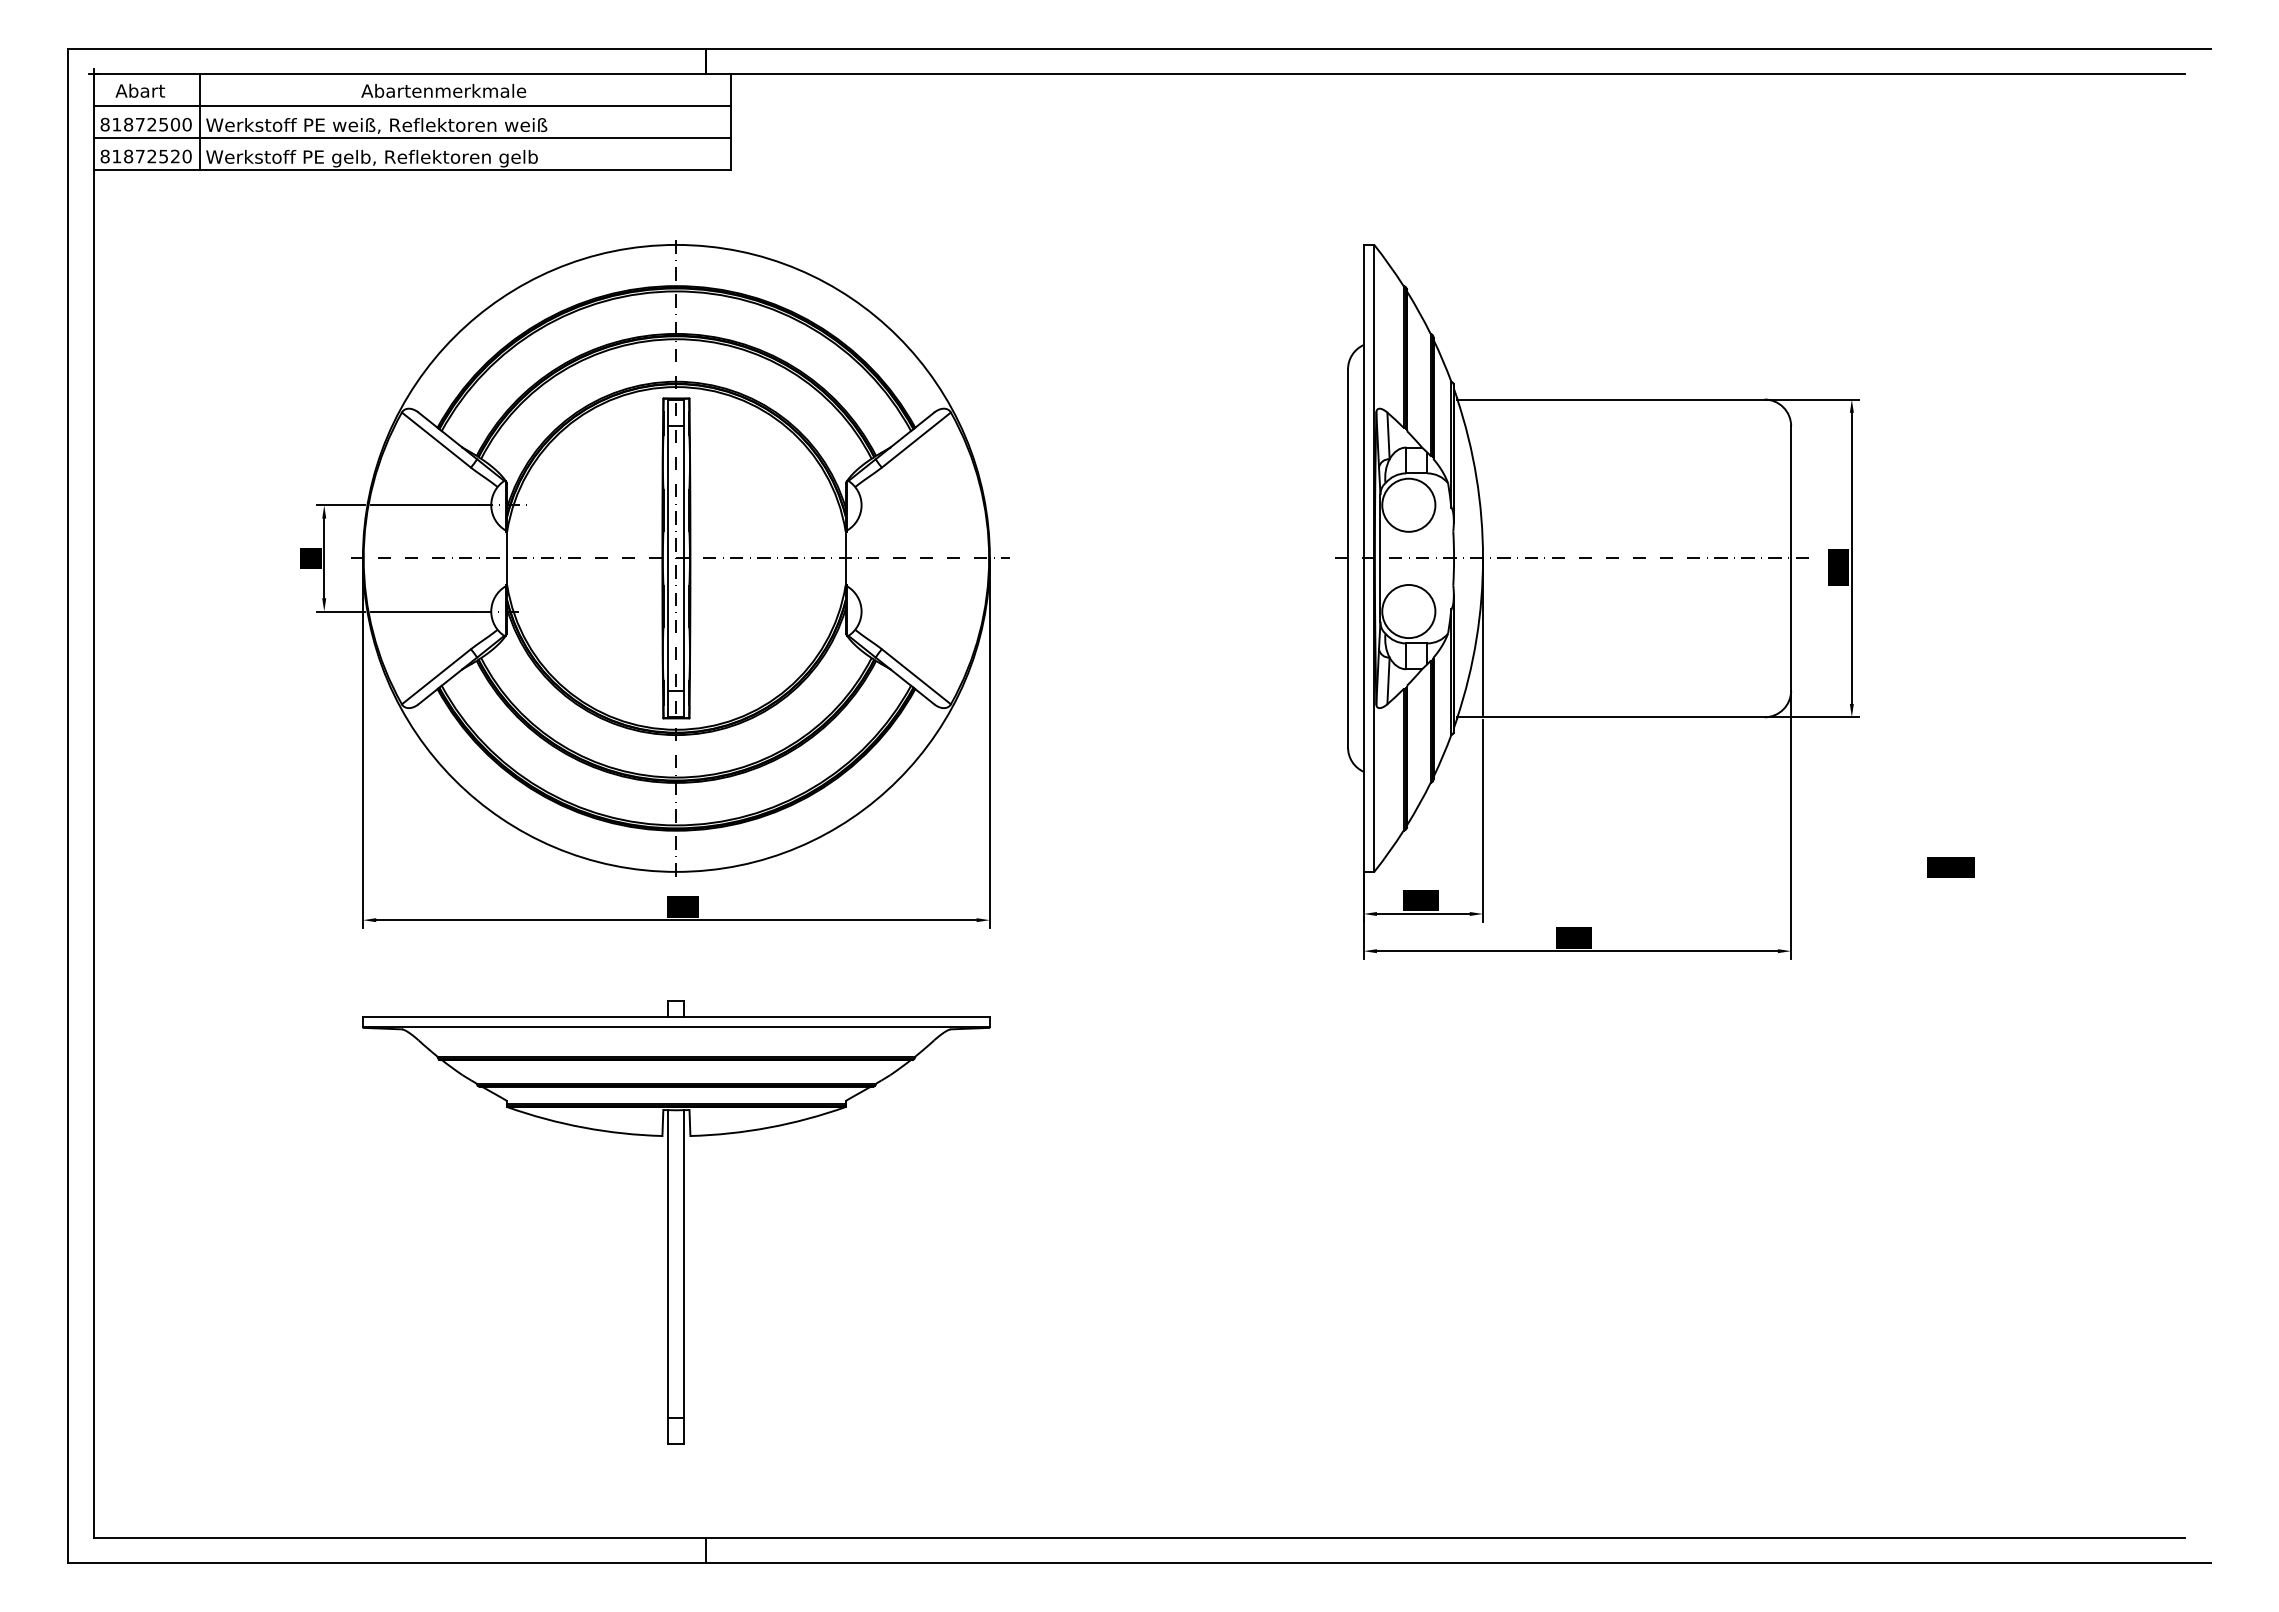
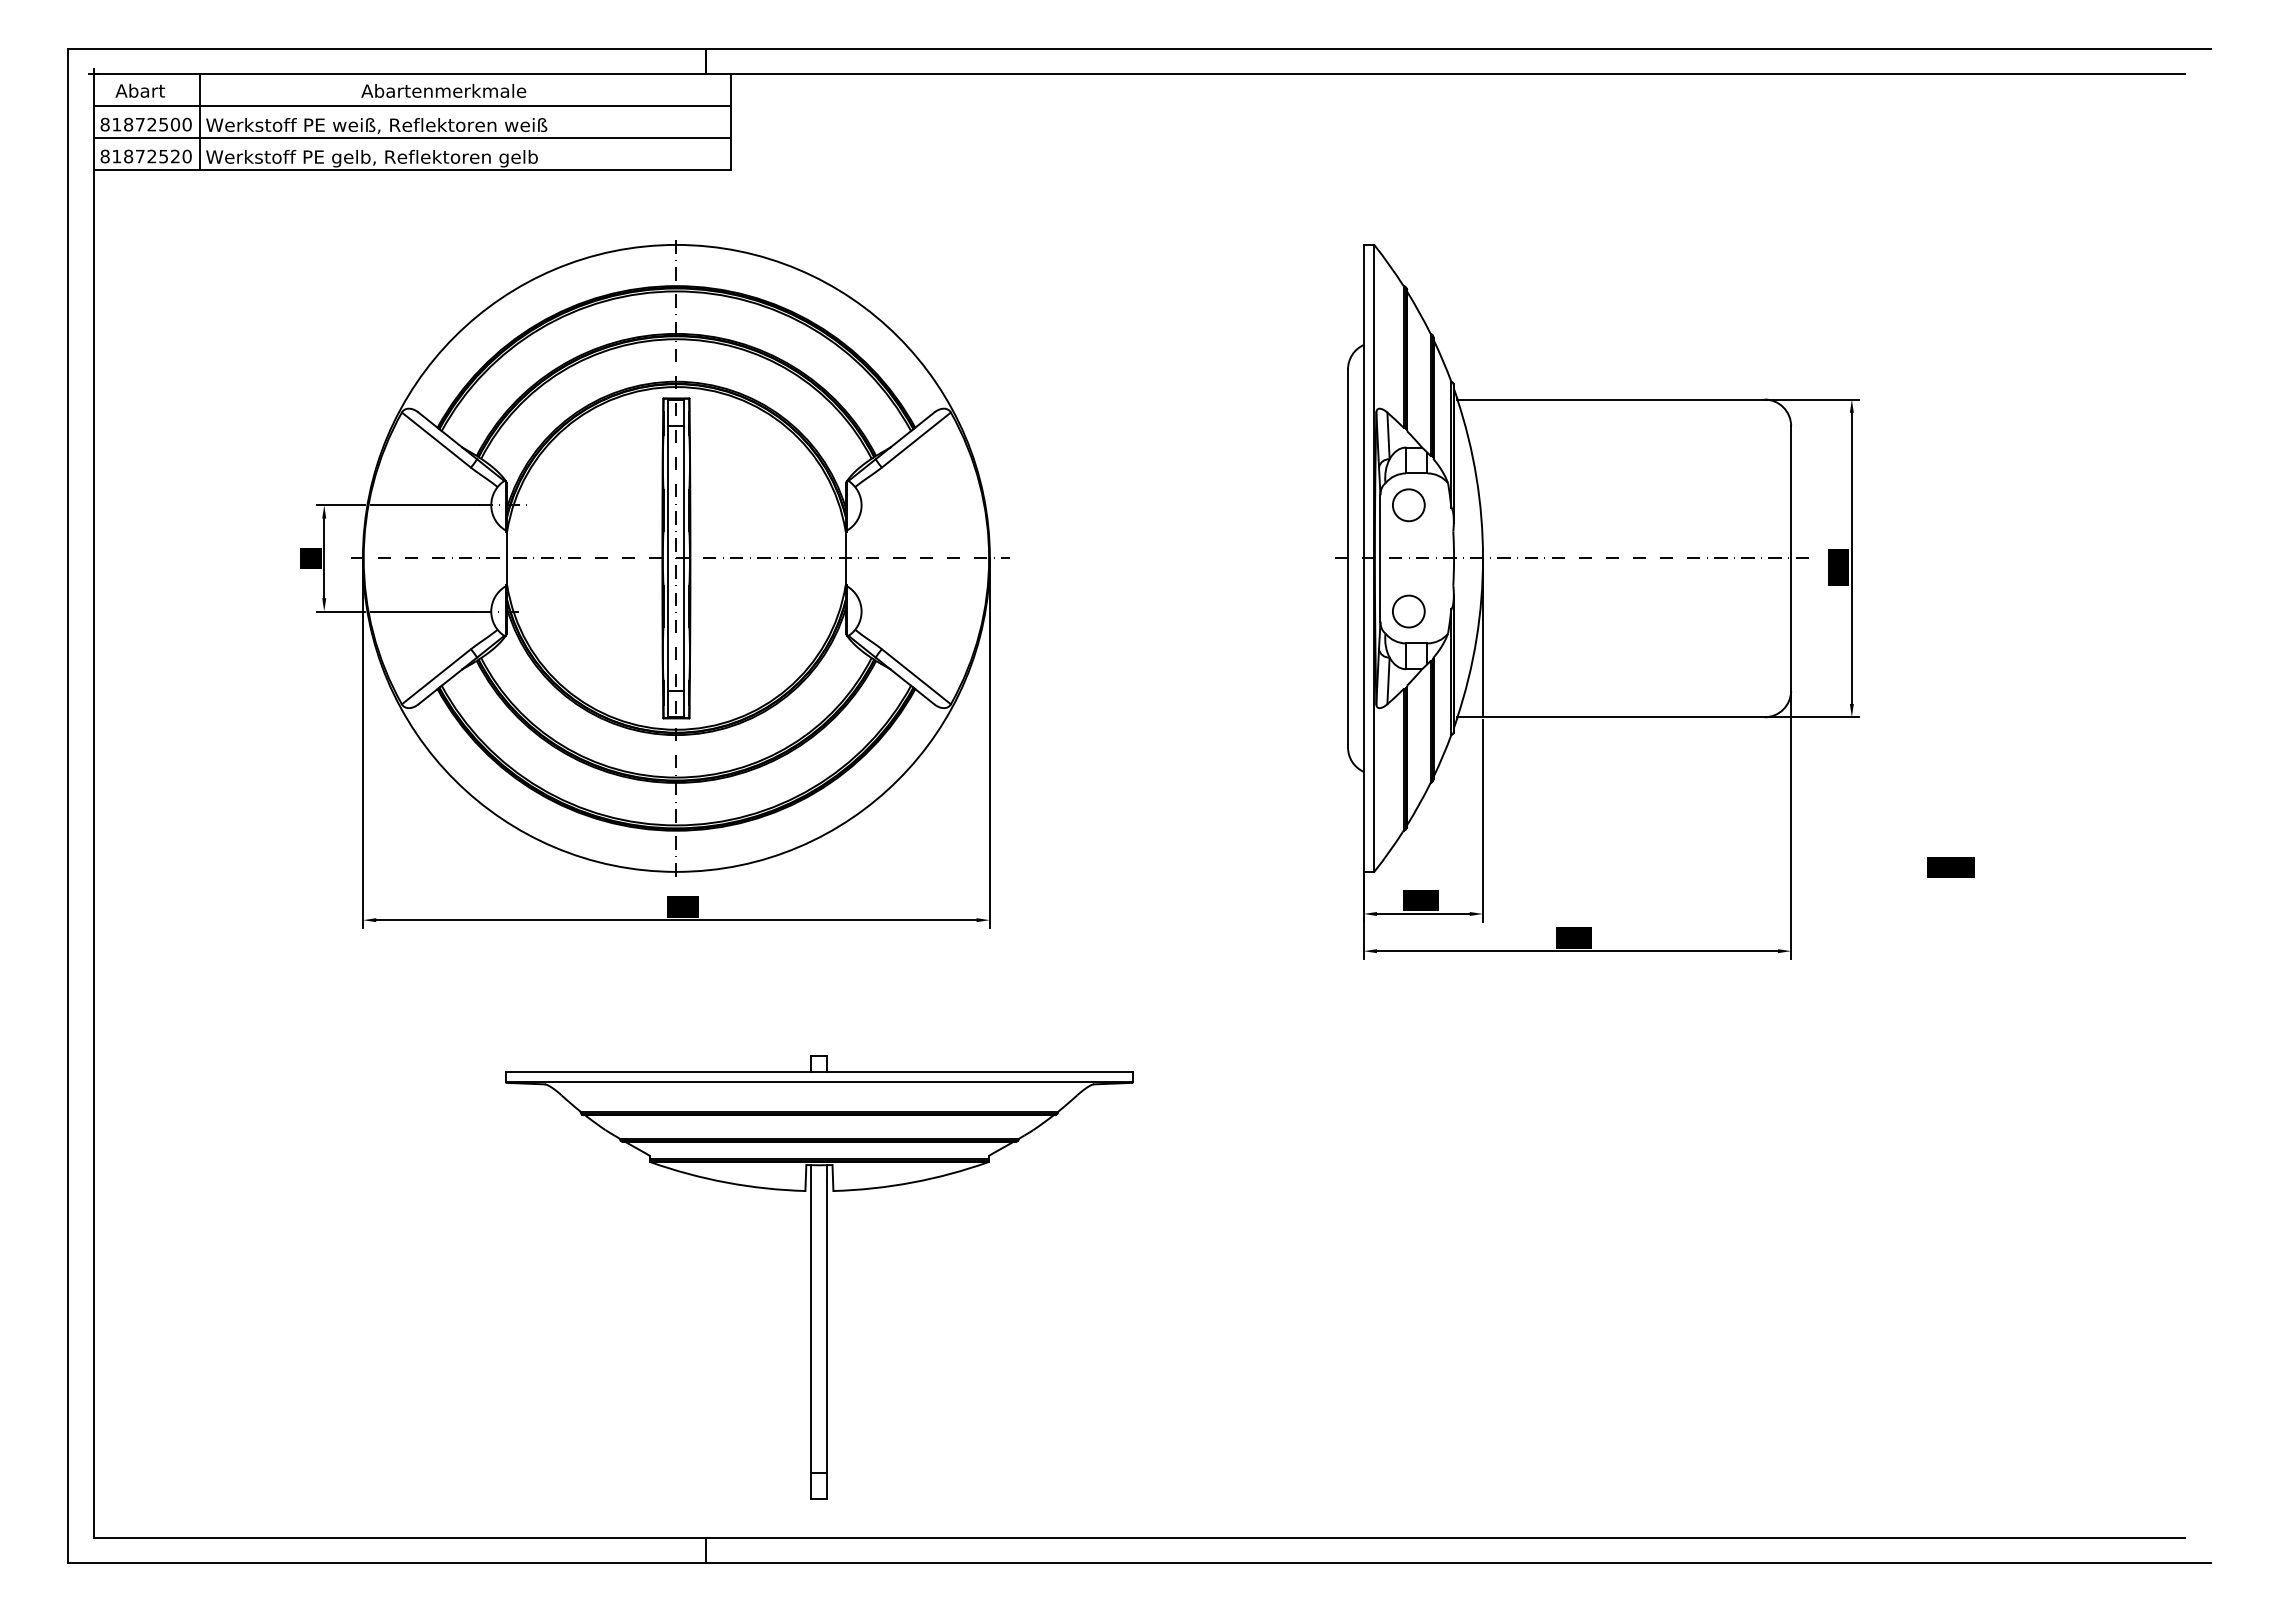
circle at (1408, 504) diameter: 53 px -> 32 px
circle at (1408, 611) diameter: 53 px -> 32 px
part at (676, 1222) position: (676, 1222) -> (819, 1277)
